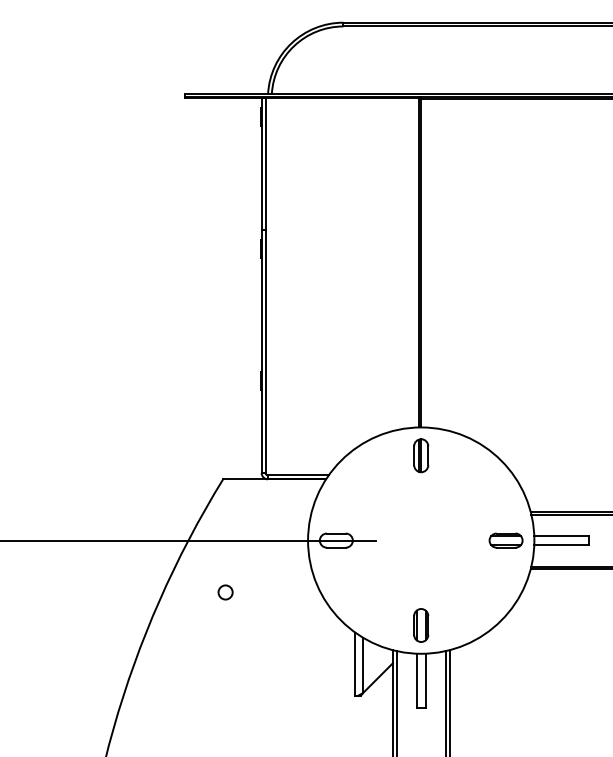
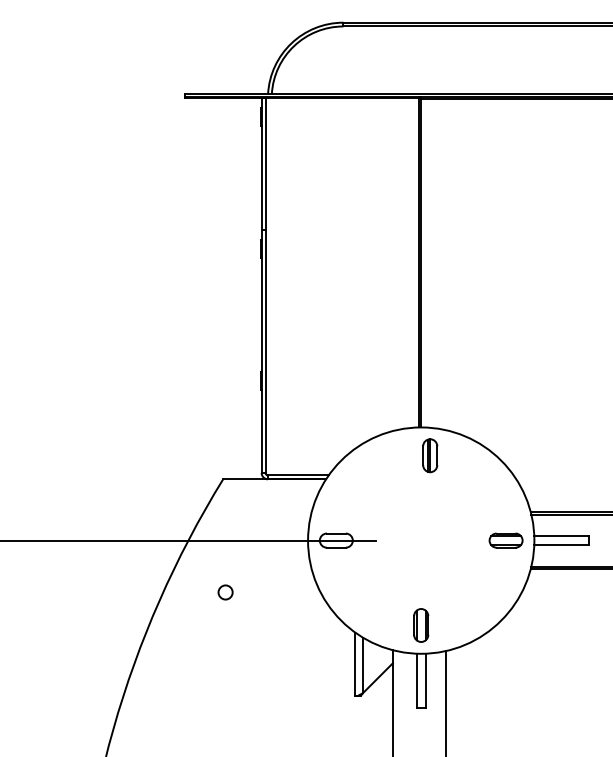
part at (421, 455) position: (421, 455) -> (430, 455)
line at (449, 701): present -> none
line at (396, 702): present -> none
